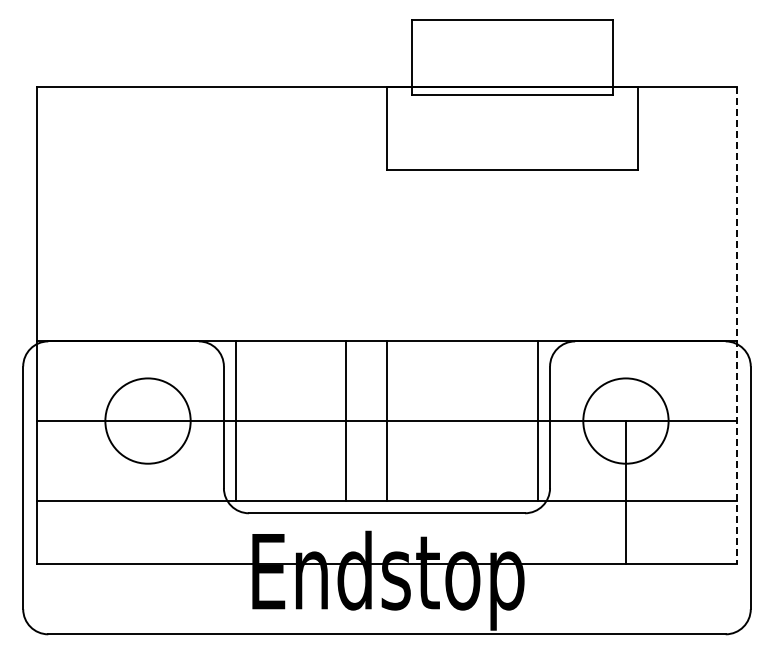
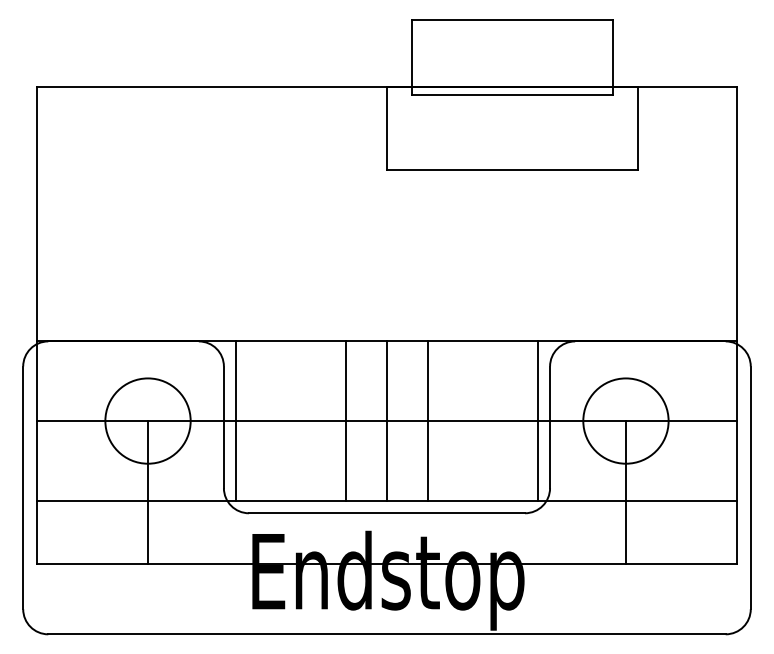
line at (737, 325): dashed -> solid
line at (428, 420): none -> present
line at (148, 492): none -> present
